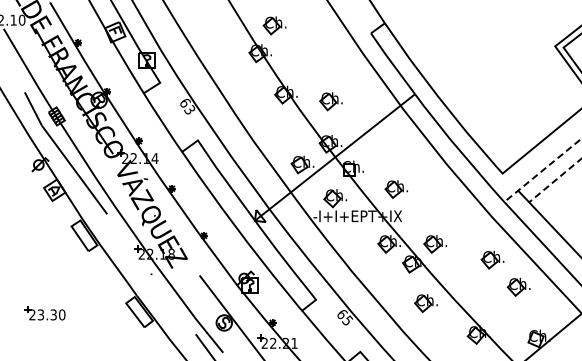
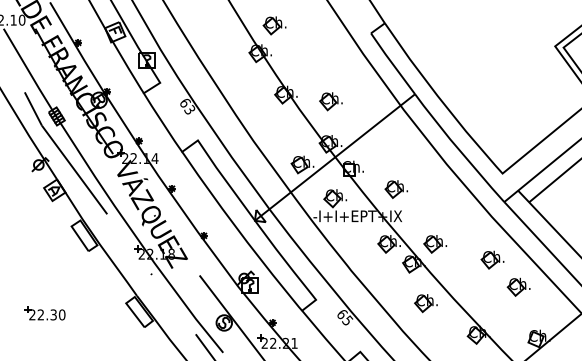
line at (542, 170): dashed -> solid
line at (555, 180): dashed -> solid
text at (40, 315): 23.30 -> 22.30
